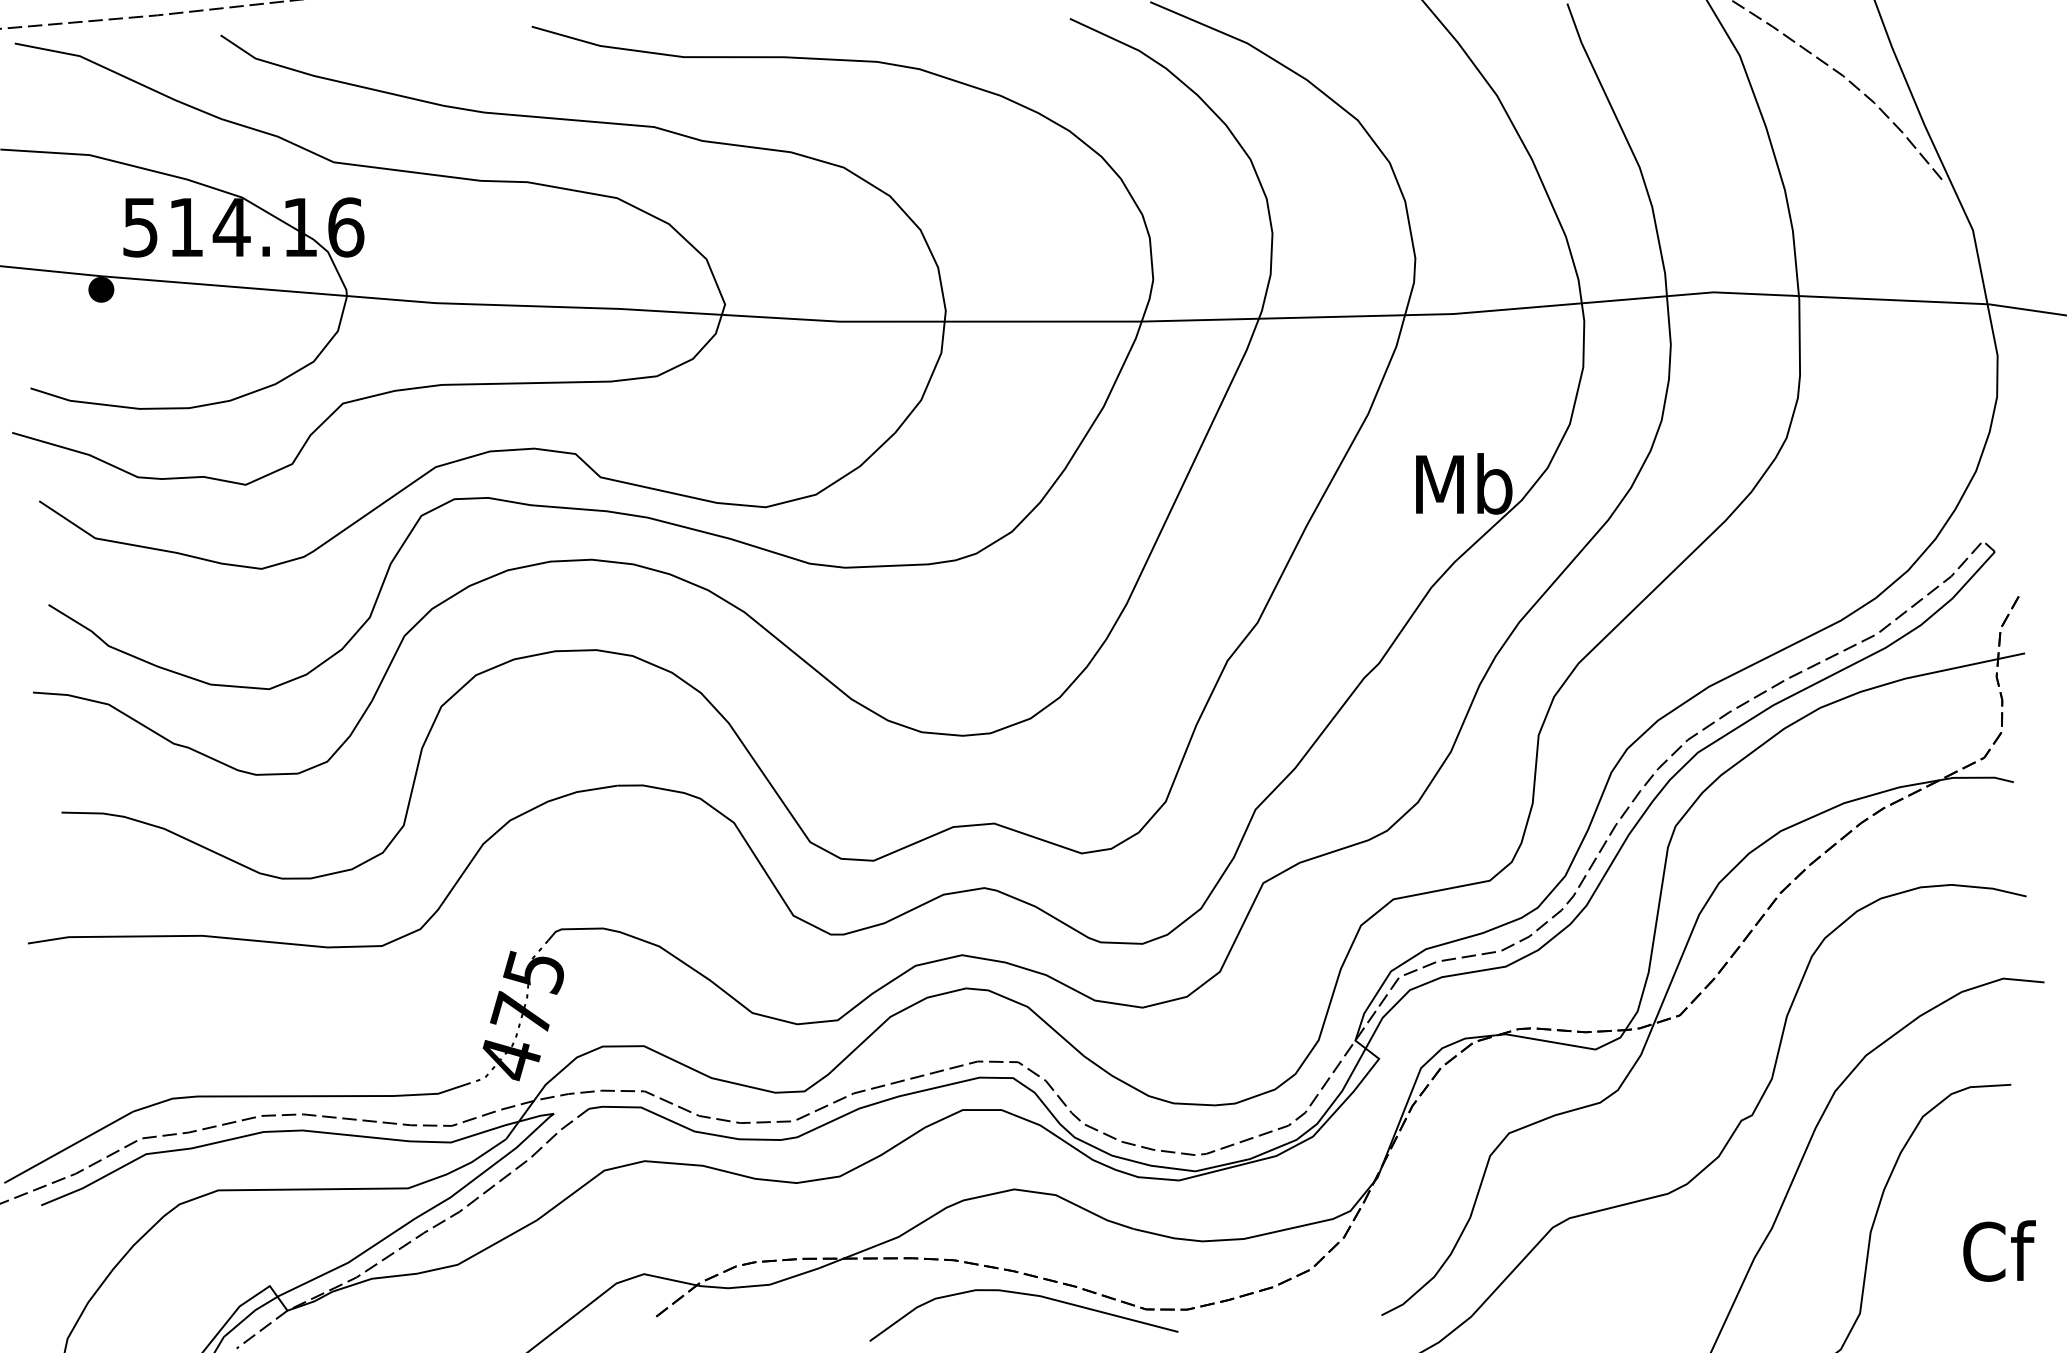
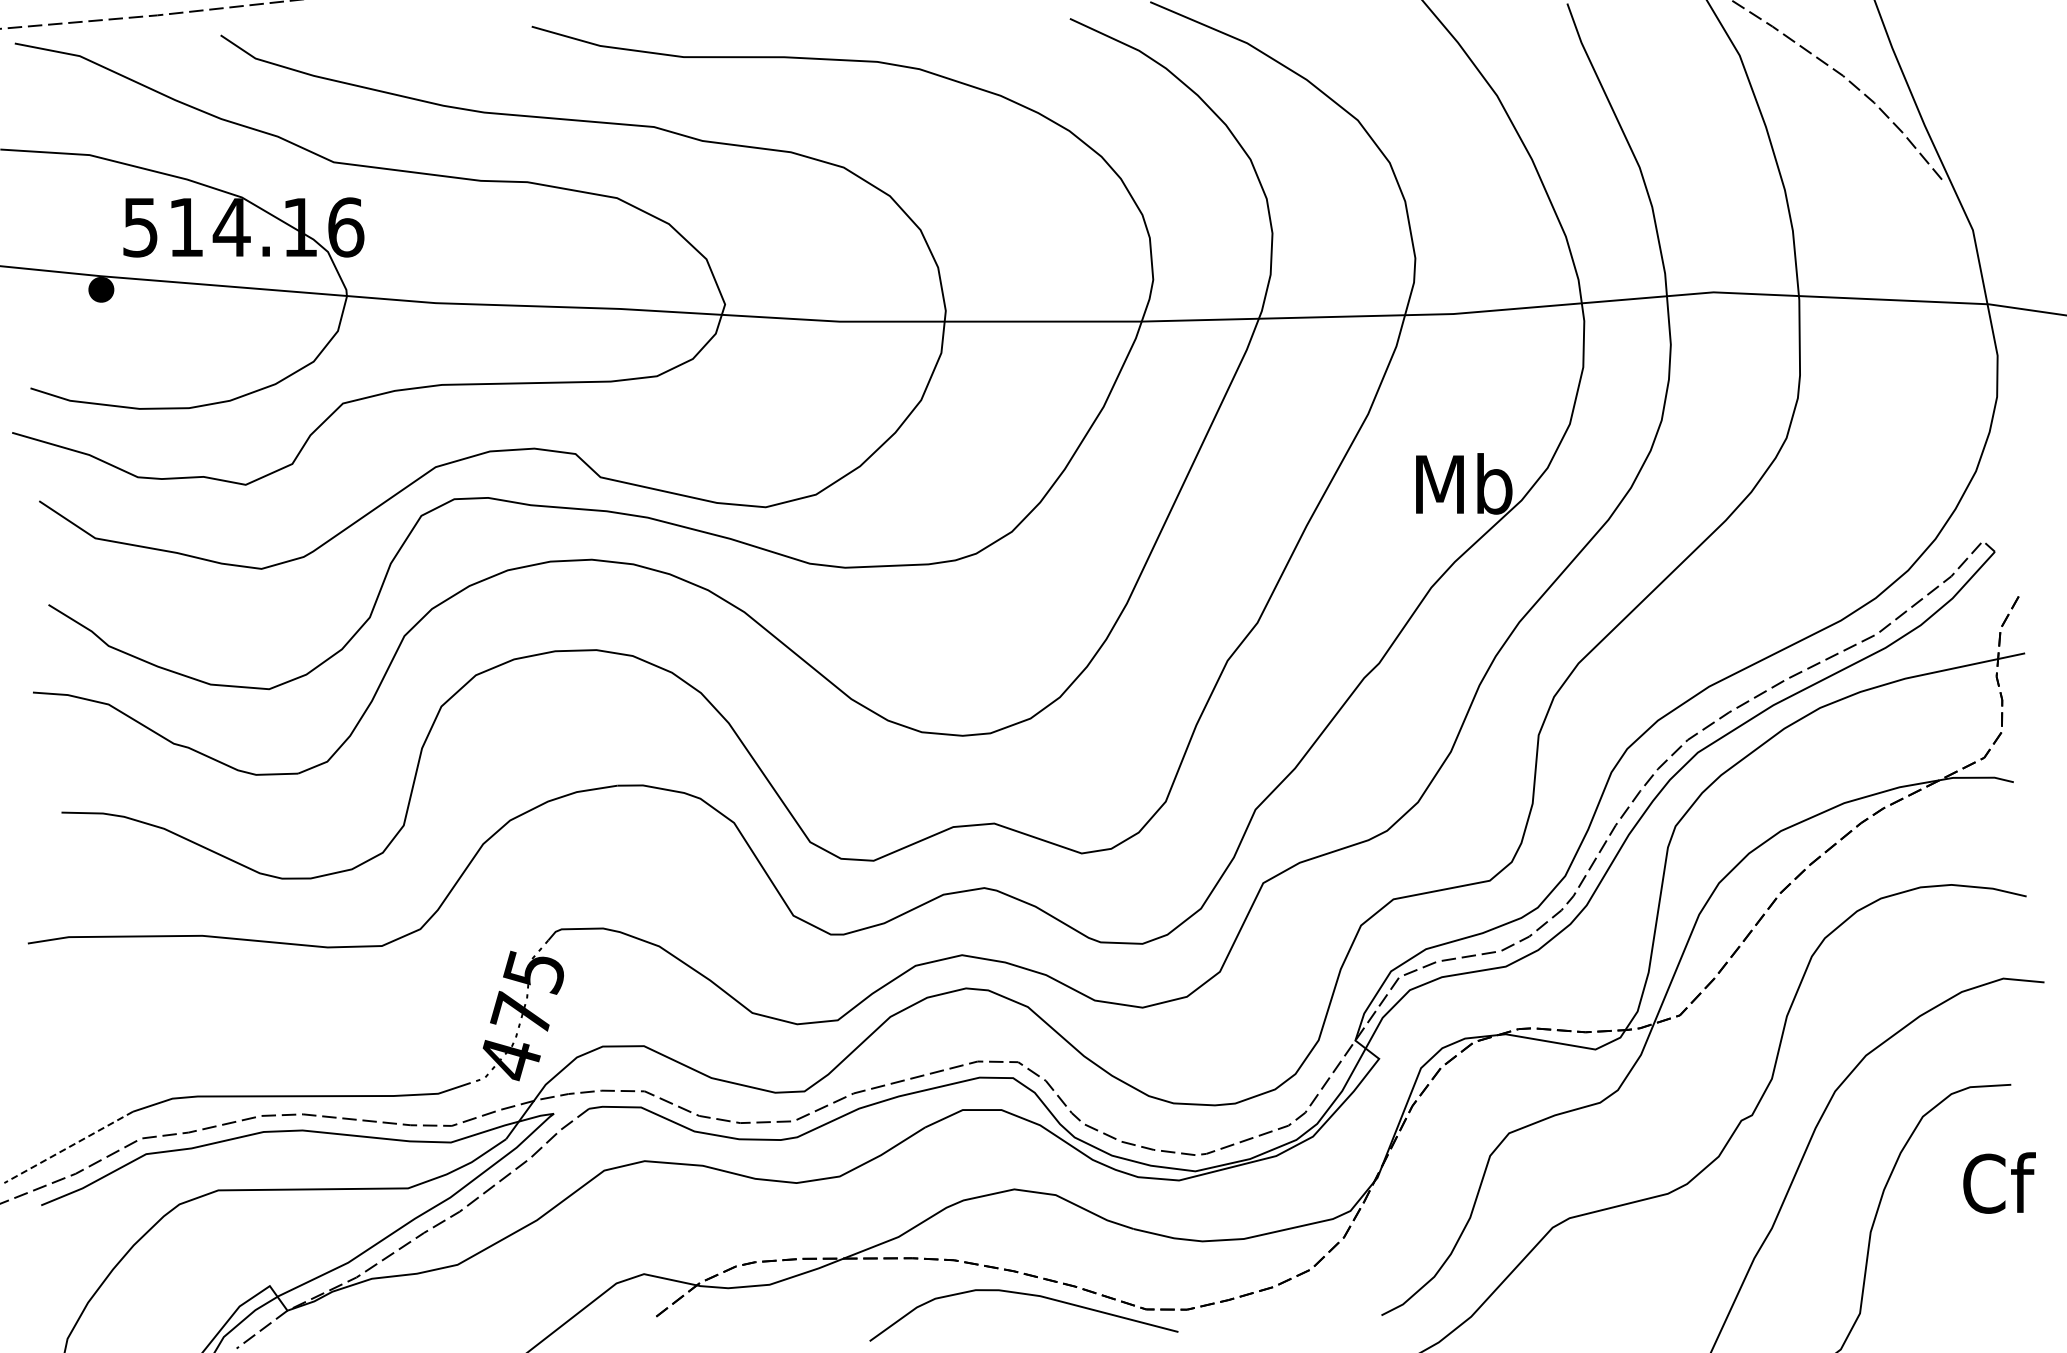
line at (68, 1147): solid -> dashed
text at (1999, 1250) position: (1999, 1250) -> (1999, 1182)
